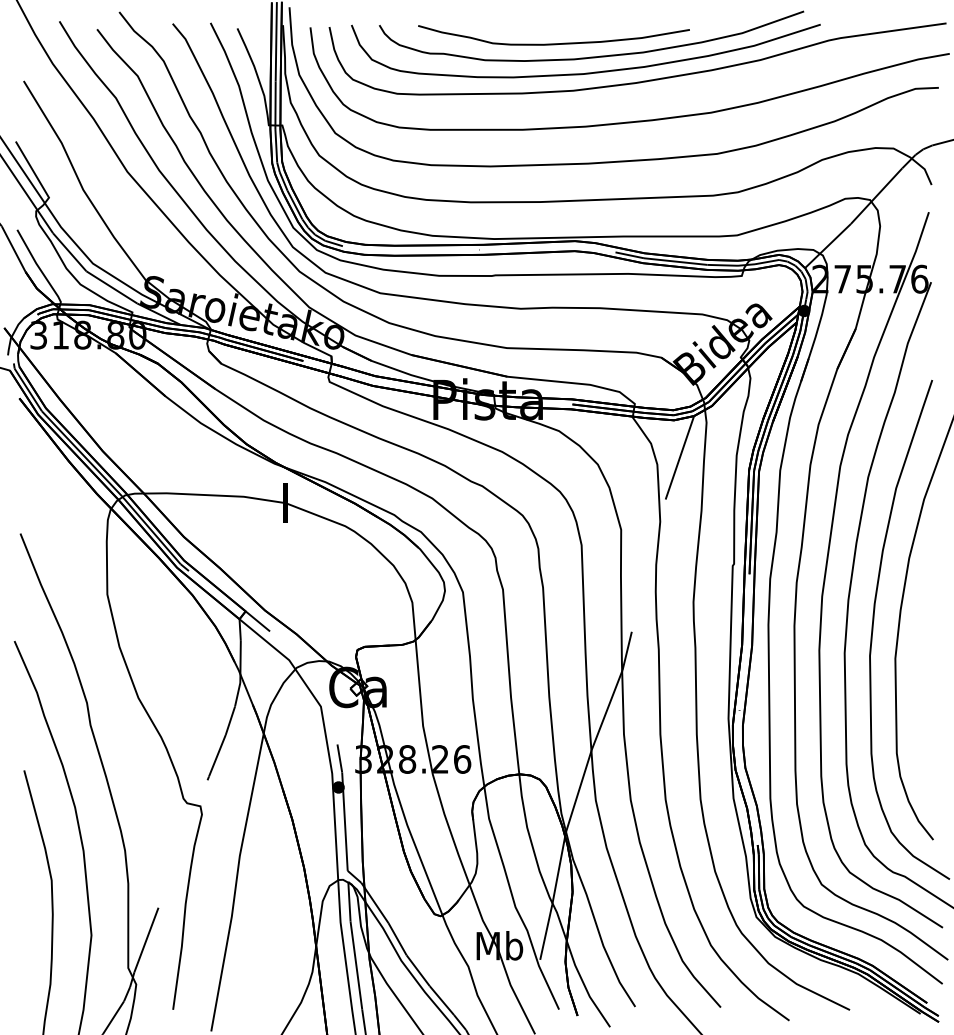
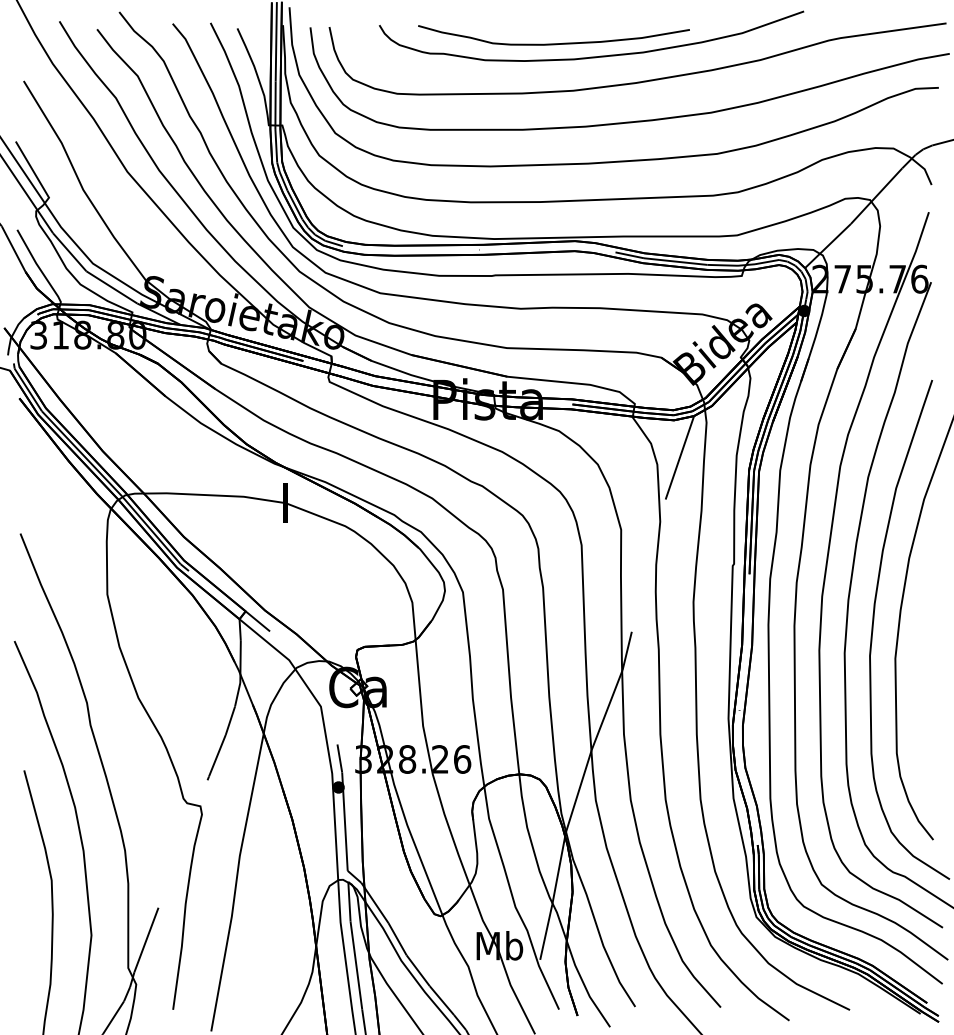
curve at (585, 72): present -> none
